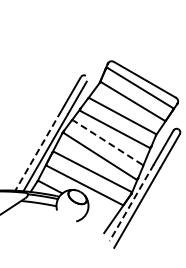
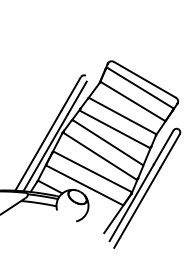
line at (107, 142): dashed -> solid
line at (38, 151): dashed -> solid
line at (131, 203): dashed -> solid
